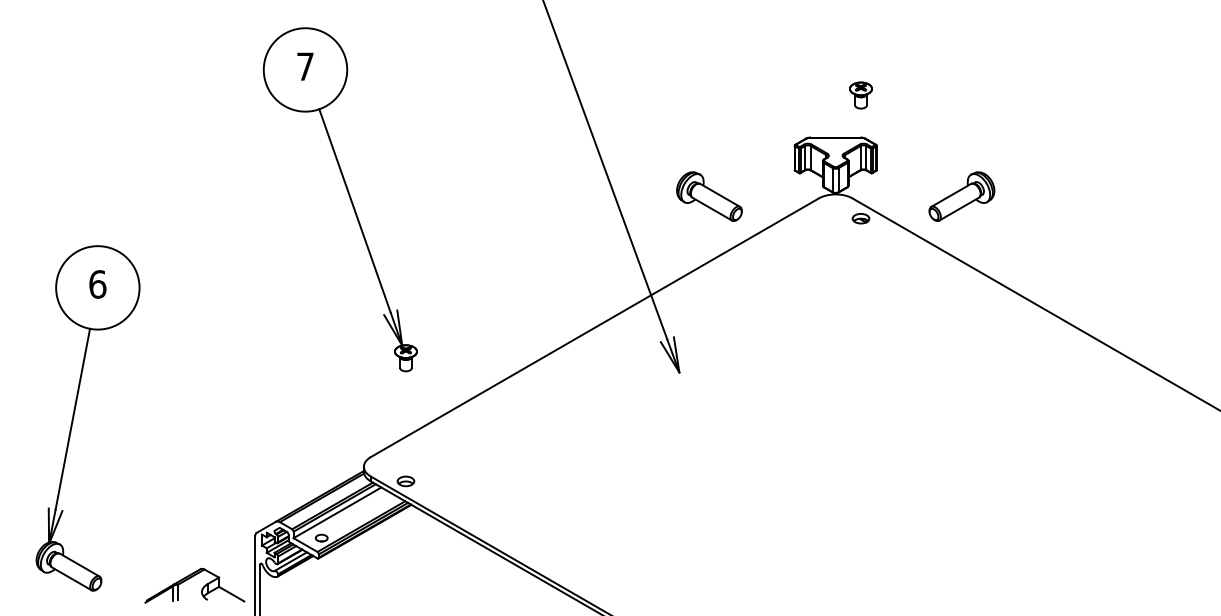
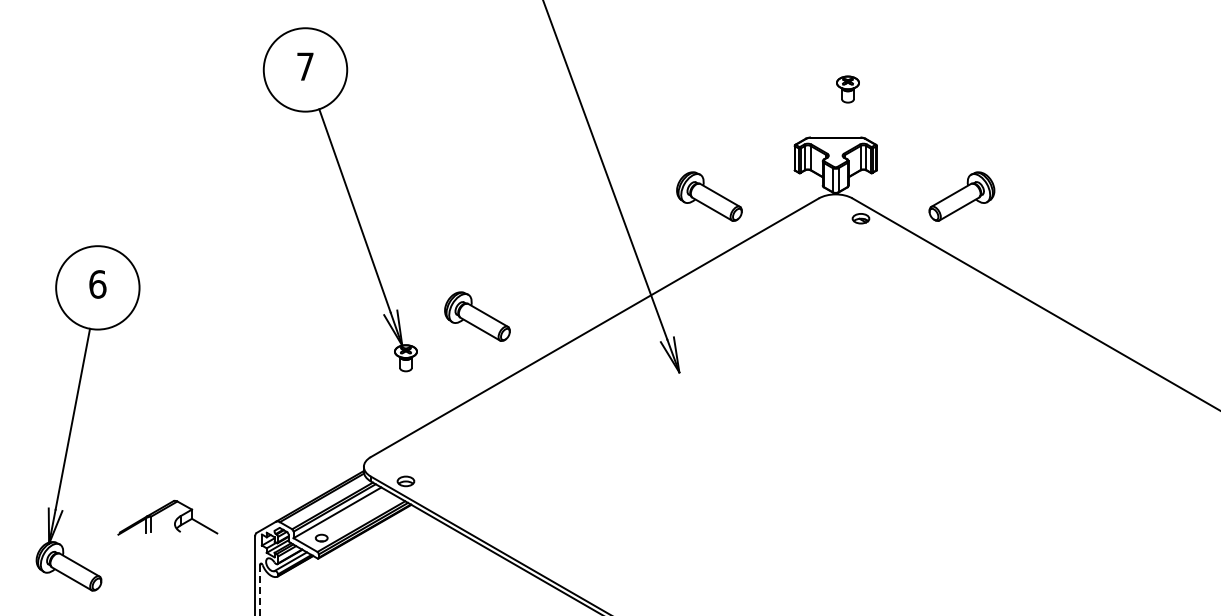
part at (860, 95) position: (860, 95) -> (847, 89)
part at (477, 316): none -> present
part at (191, 578) position: (191, 578) -> (164, 510)
line at (260, 590): solid -> dashed
